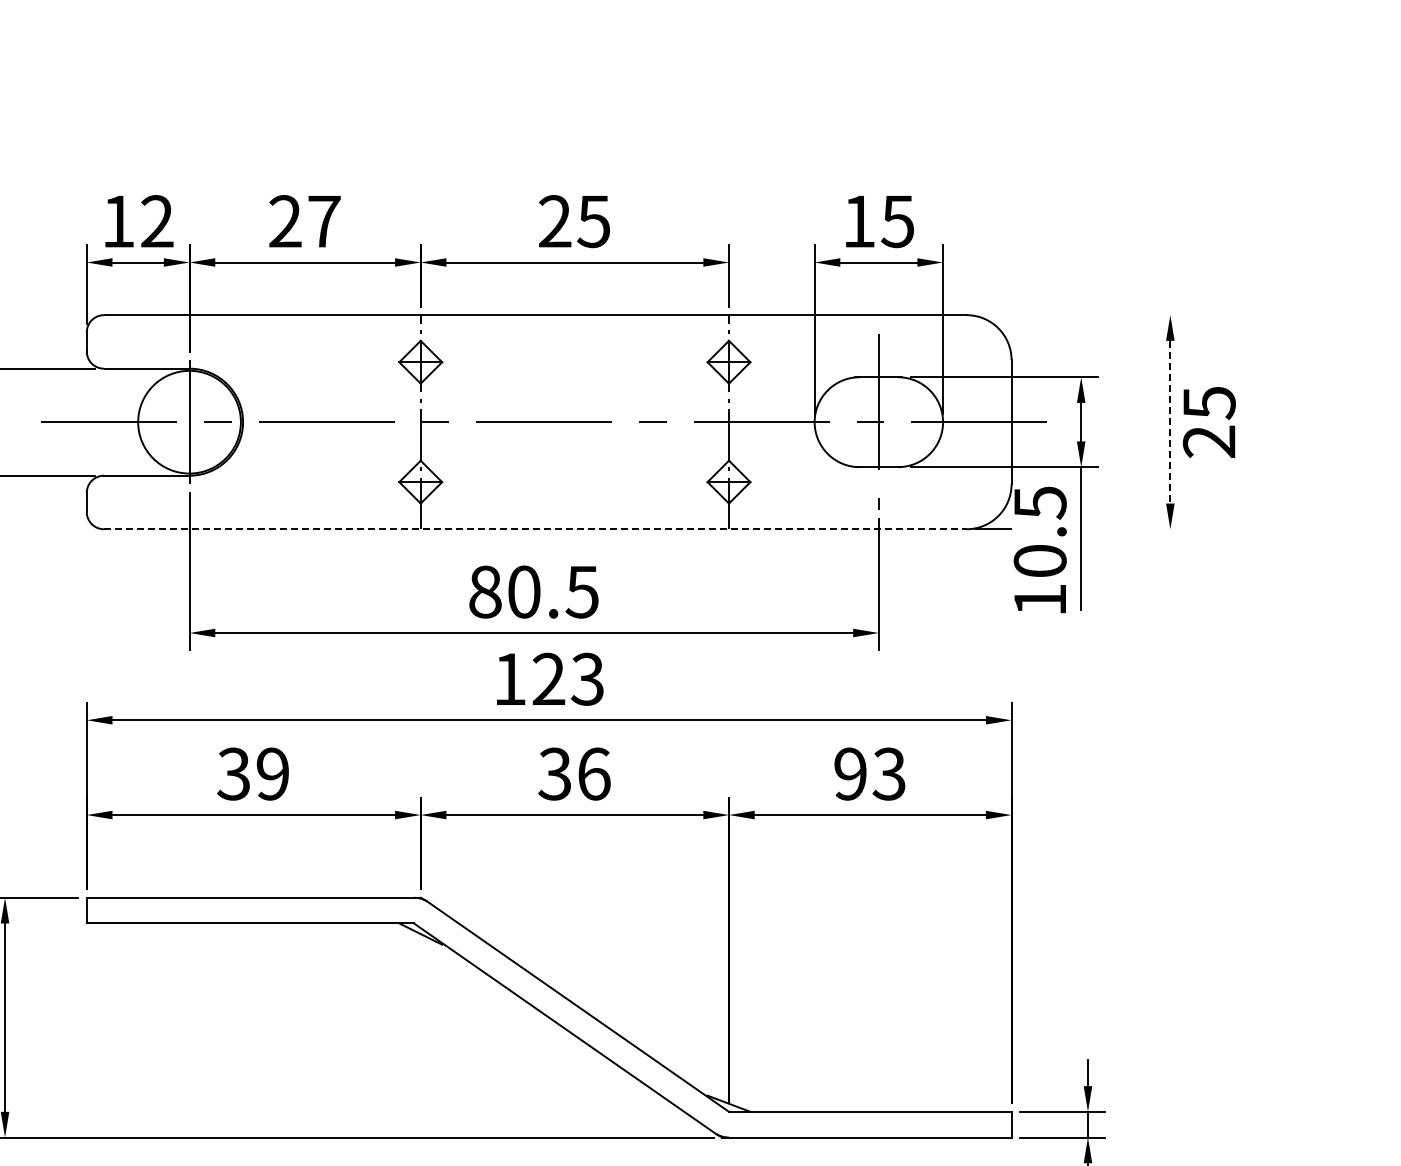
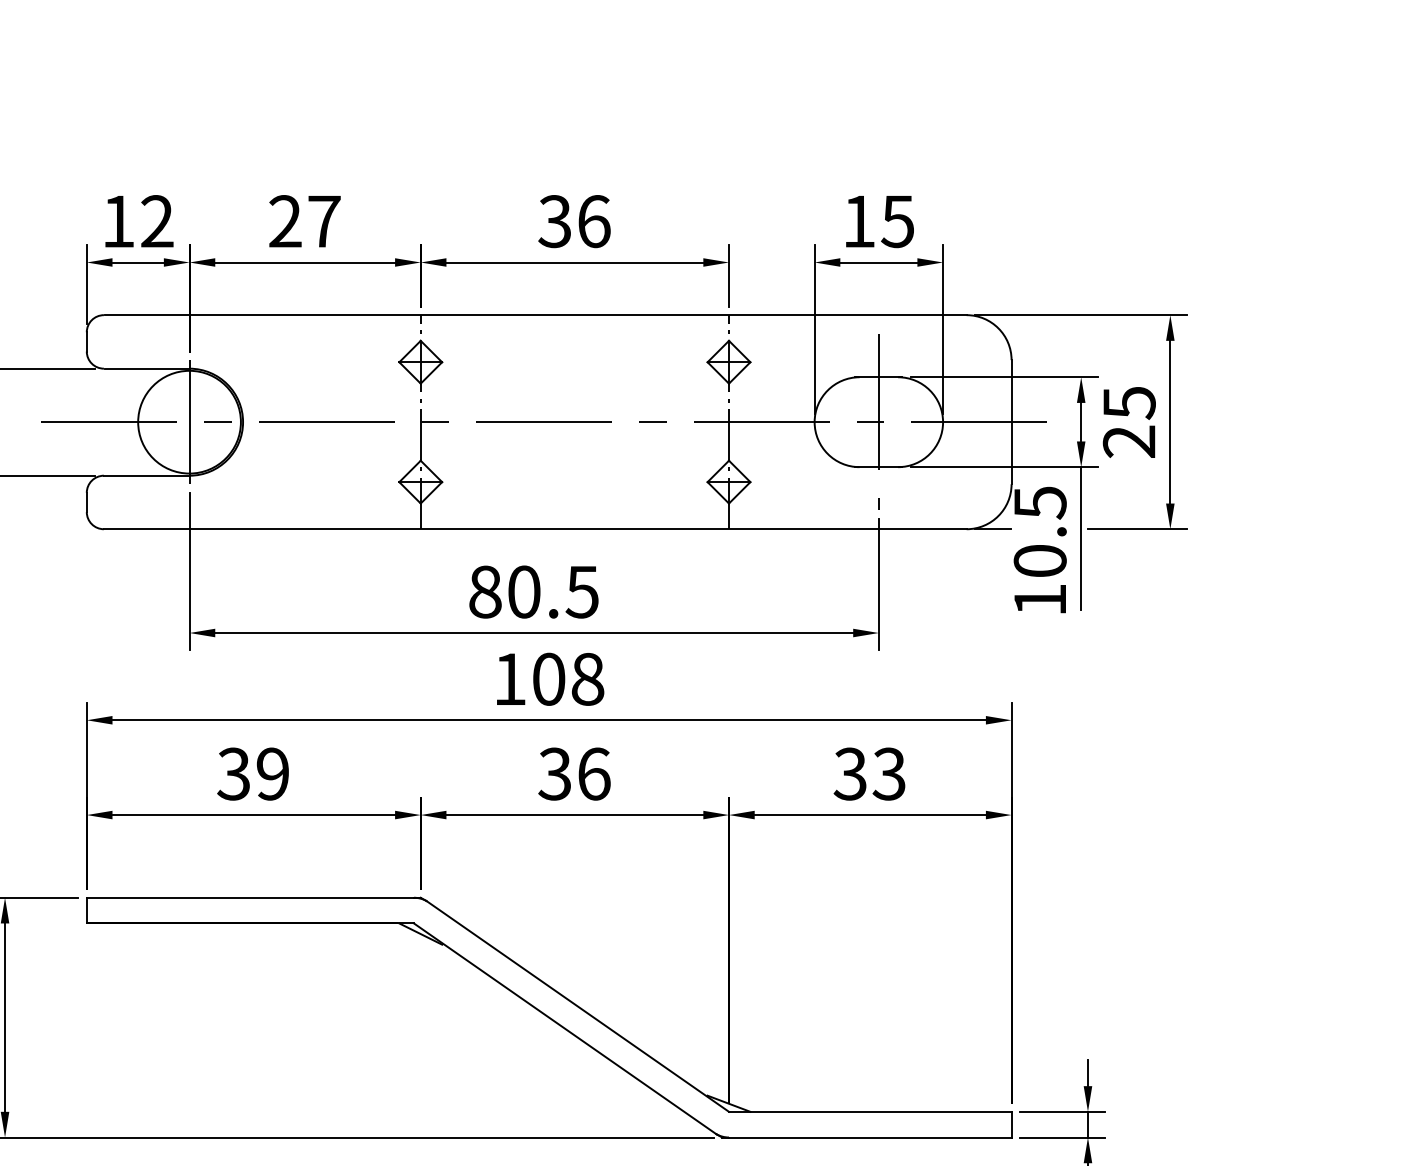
text at (574, 221): 25 -> 36
line at (1081, 315): none -> present
line at (1170, 422): dashed -> solid
text at (1208, 422) position: (1208, 422) -> (1128, 422)
line at (535, 529): dashed -> solid
line at (1137, 529): none -> present
text at (568, 678): 123 -> 108
text at (849, 773): 93 -> 33
